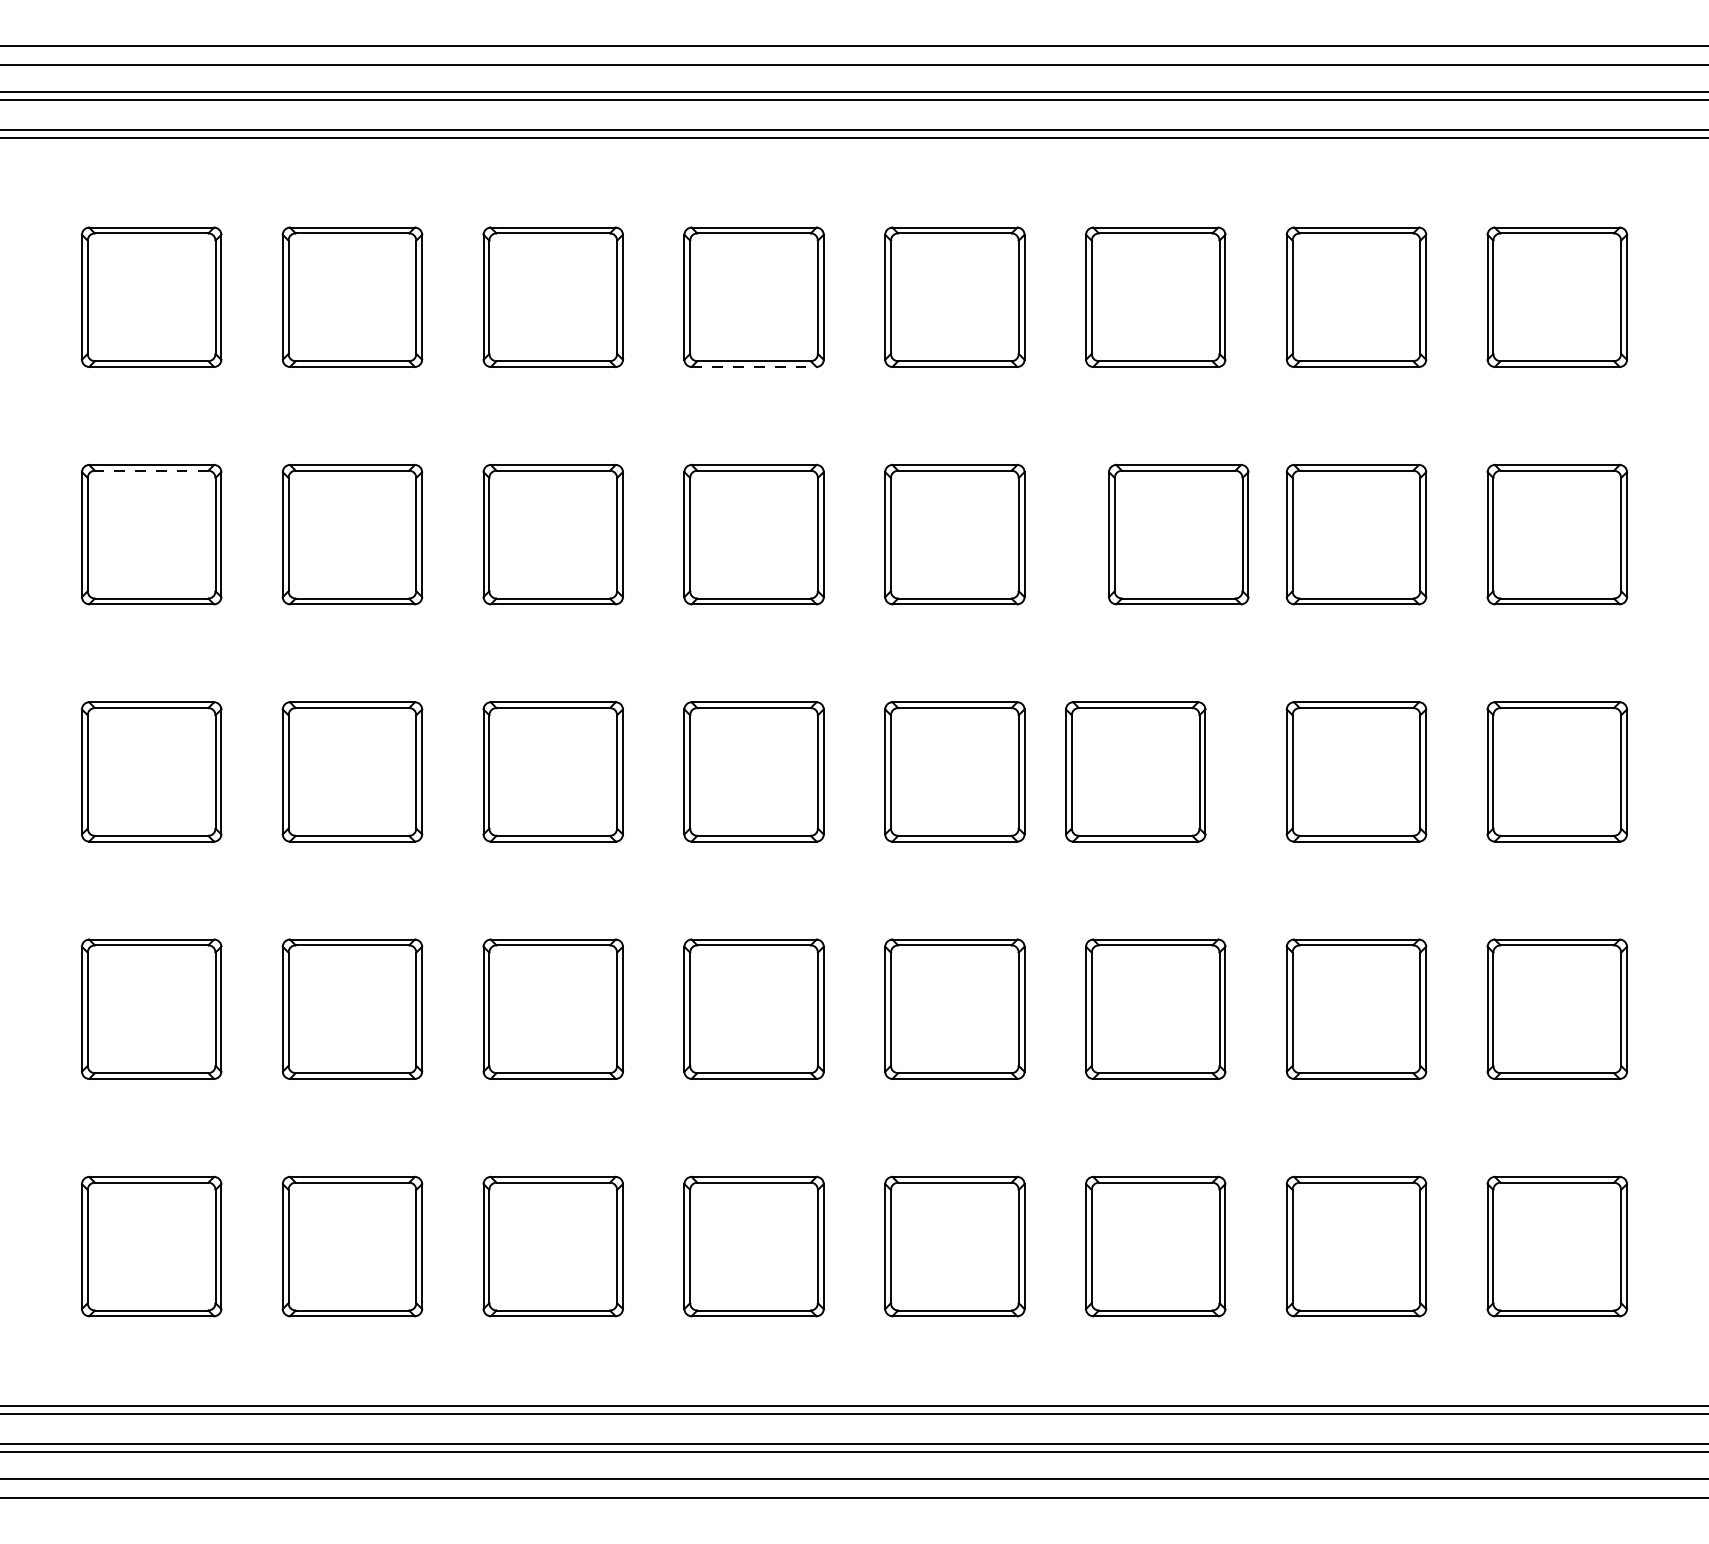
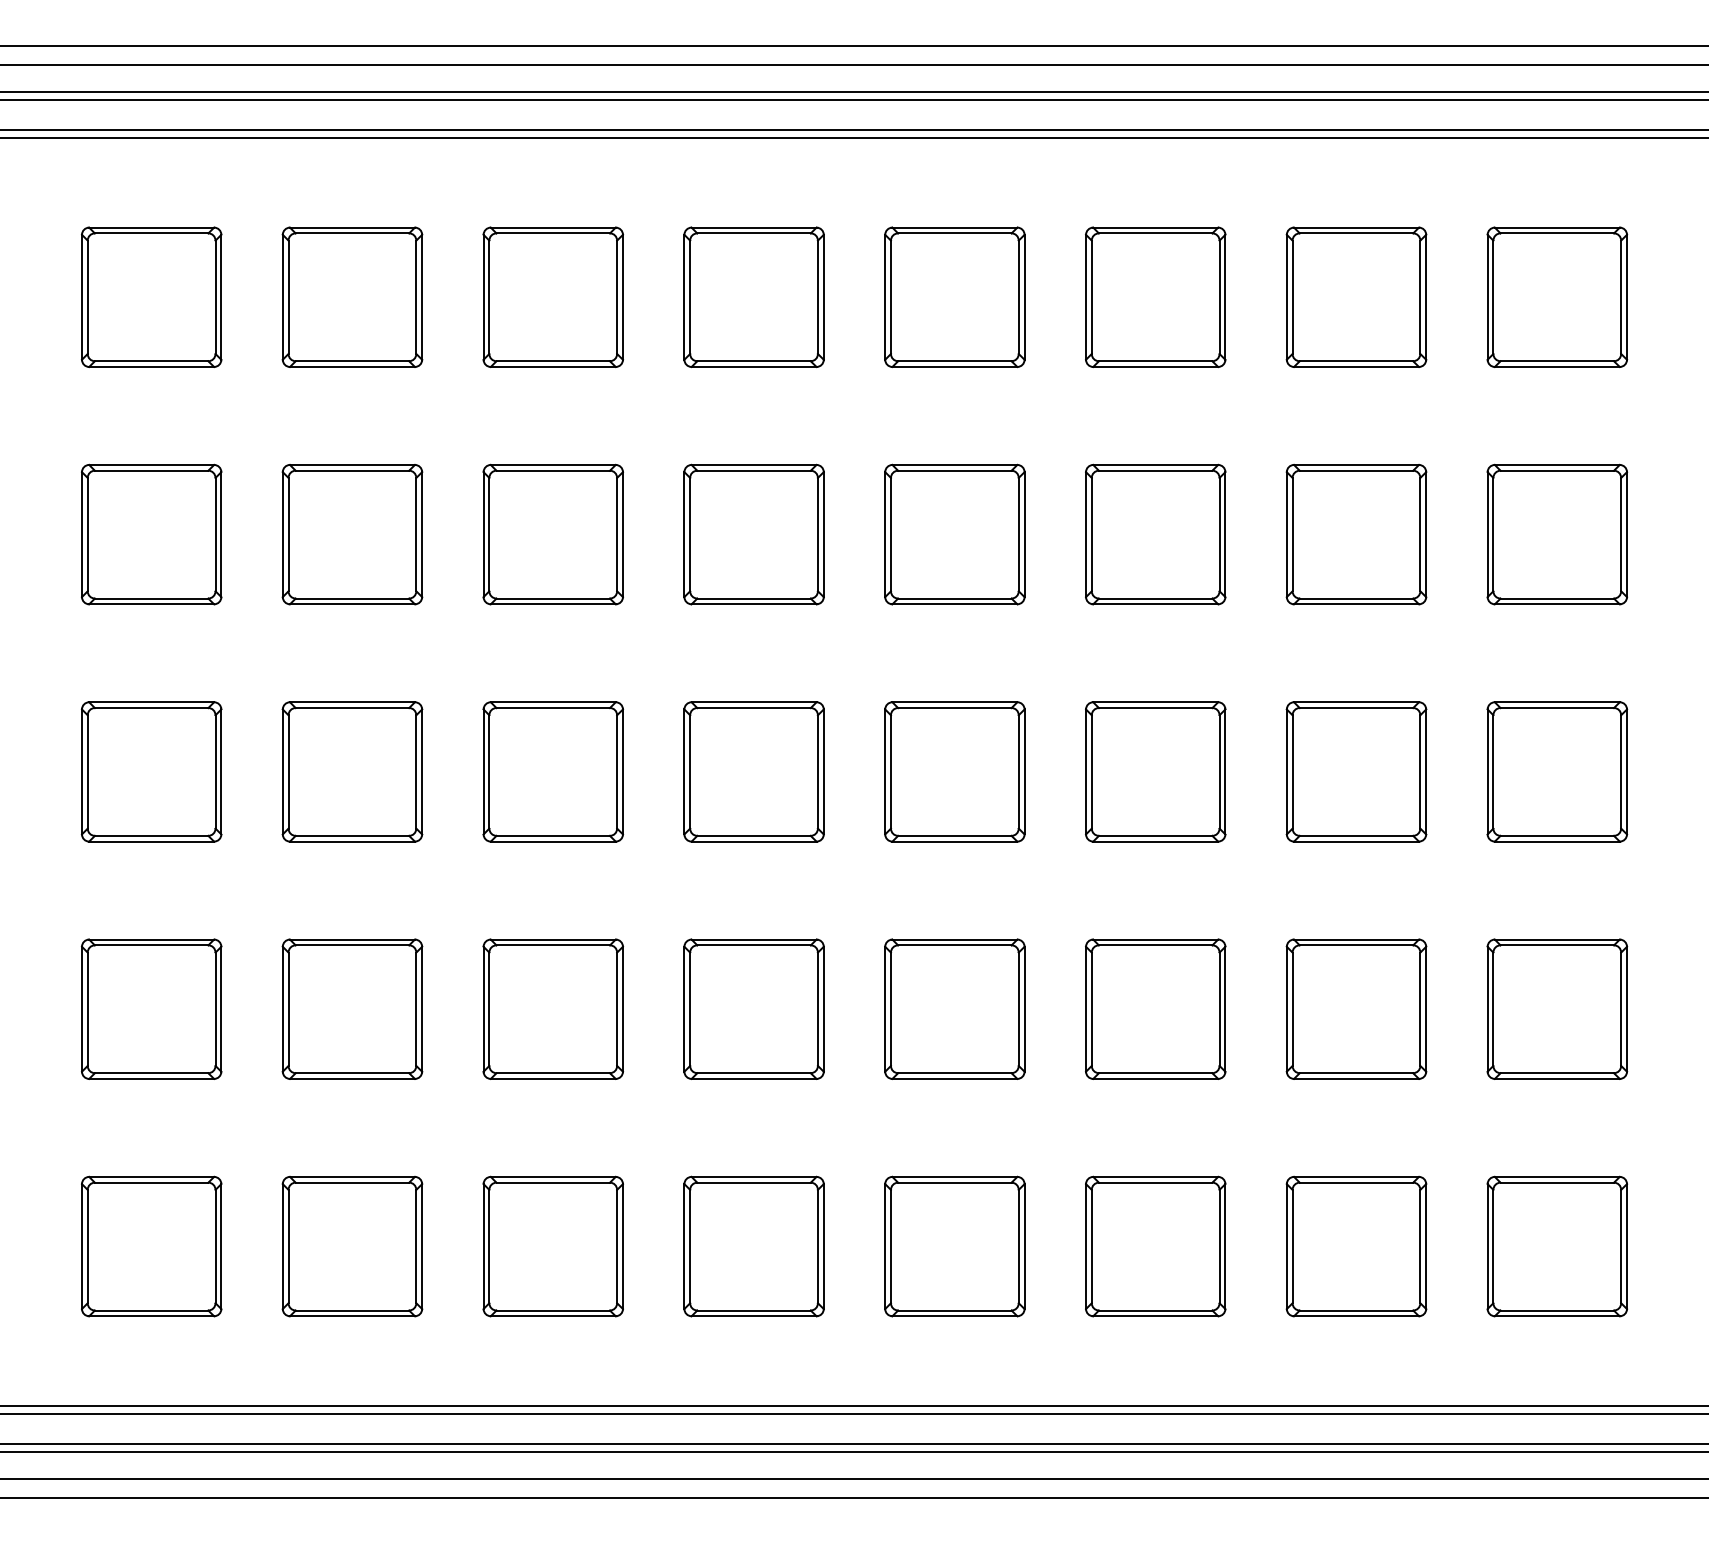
line at (754, 366): dashed -> solid
line at (151, 470): dashed -> solid
part at (1178, 534) position: (1178, 534) -> (1155, 534)
part at (1135, 771) position: (1135, 771) -> (1155, 771)
